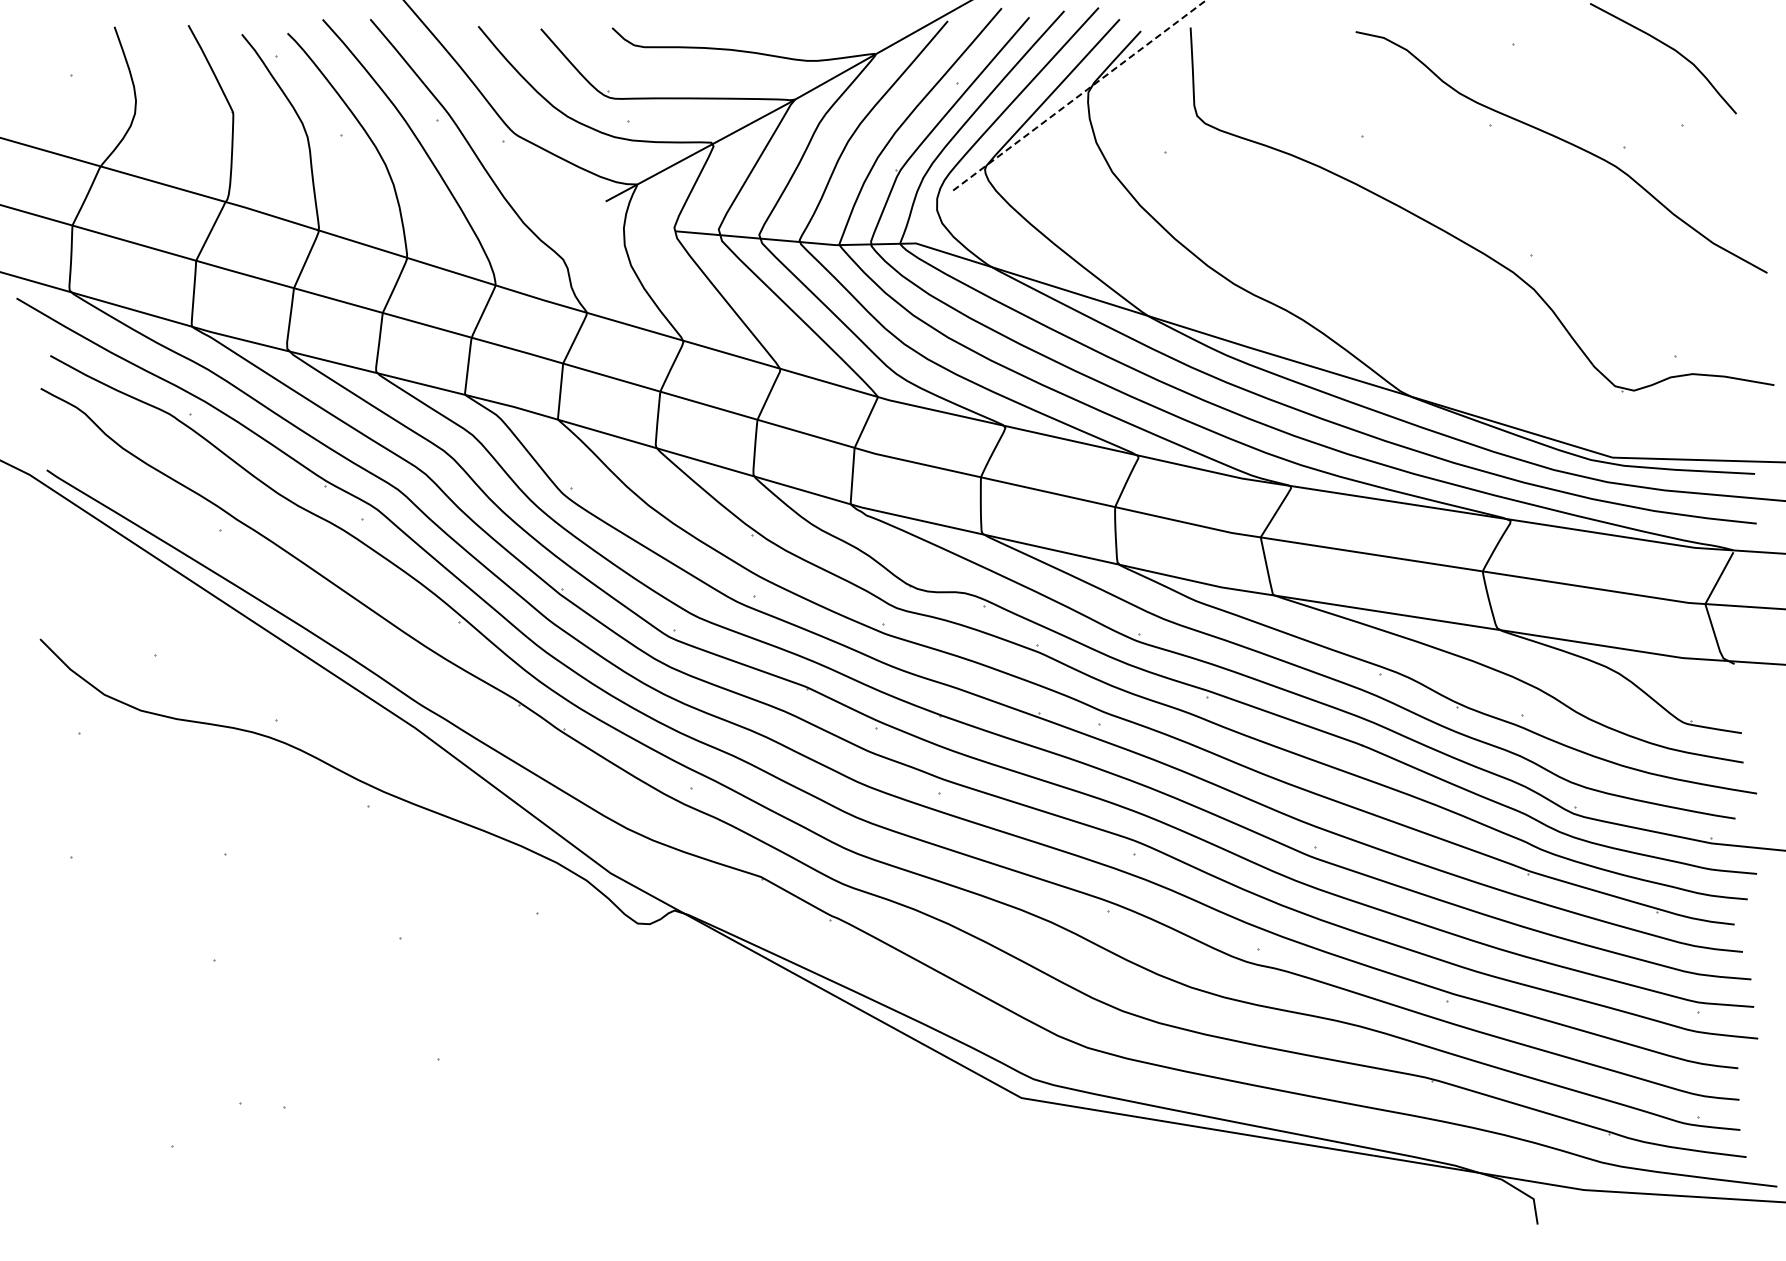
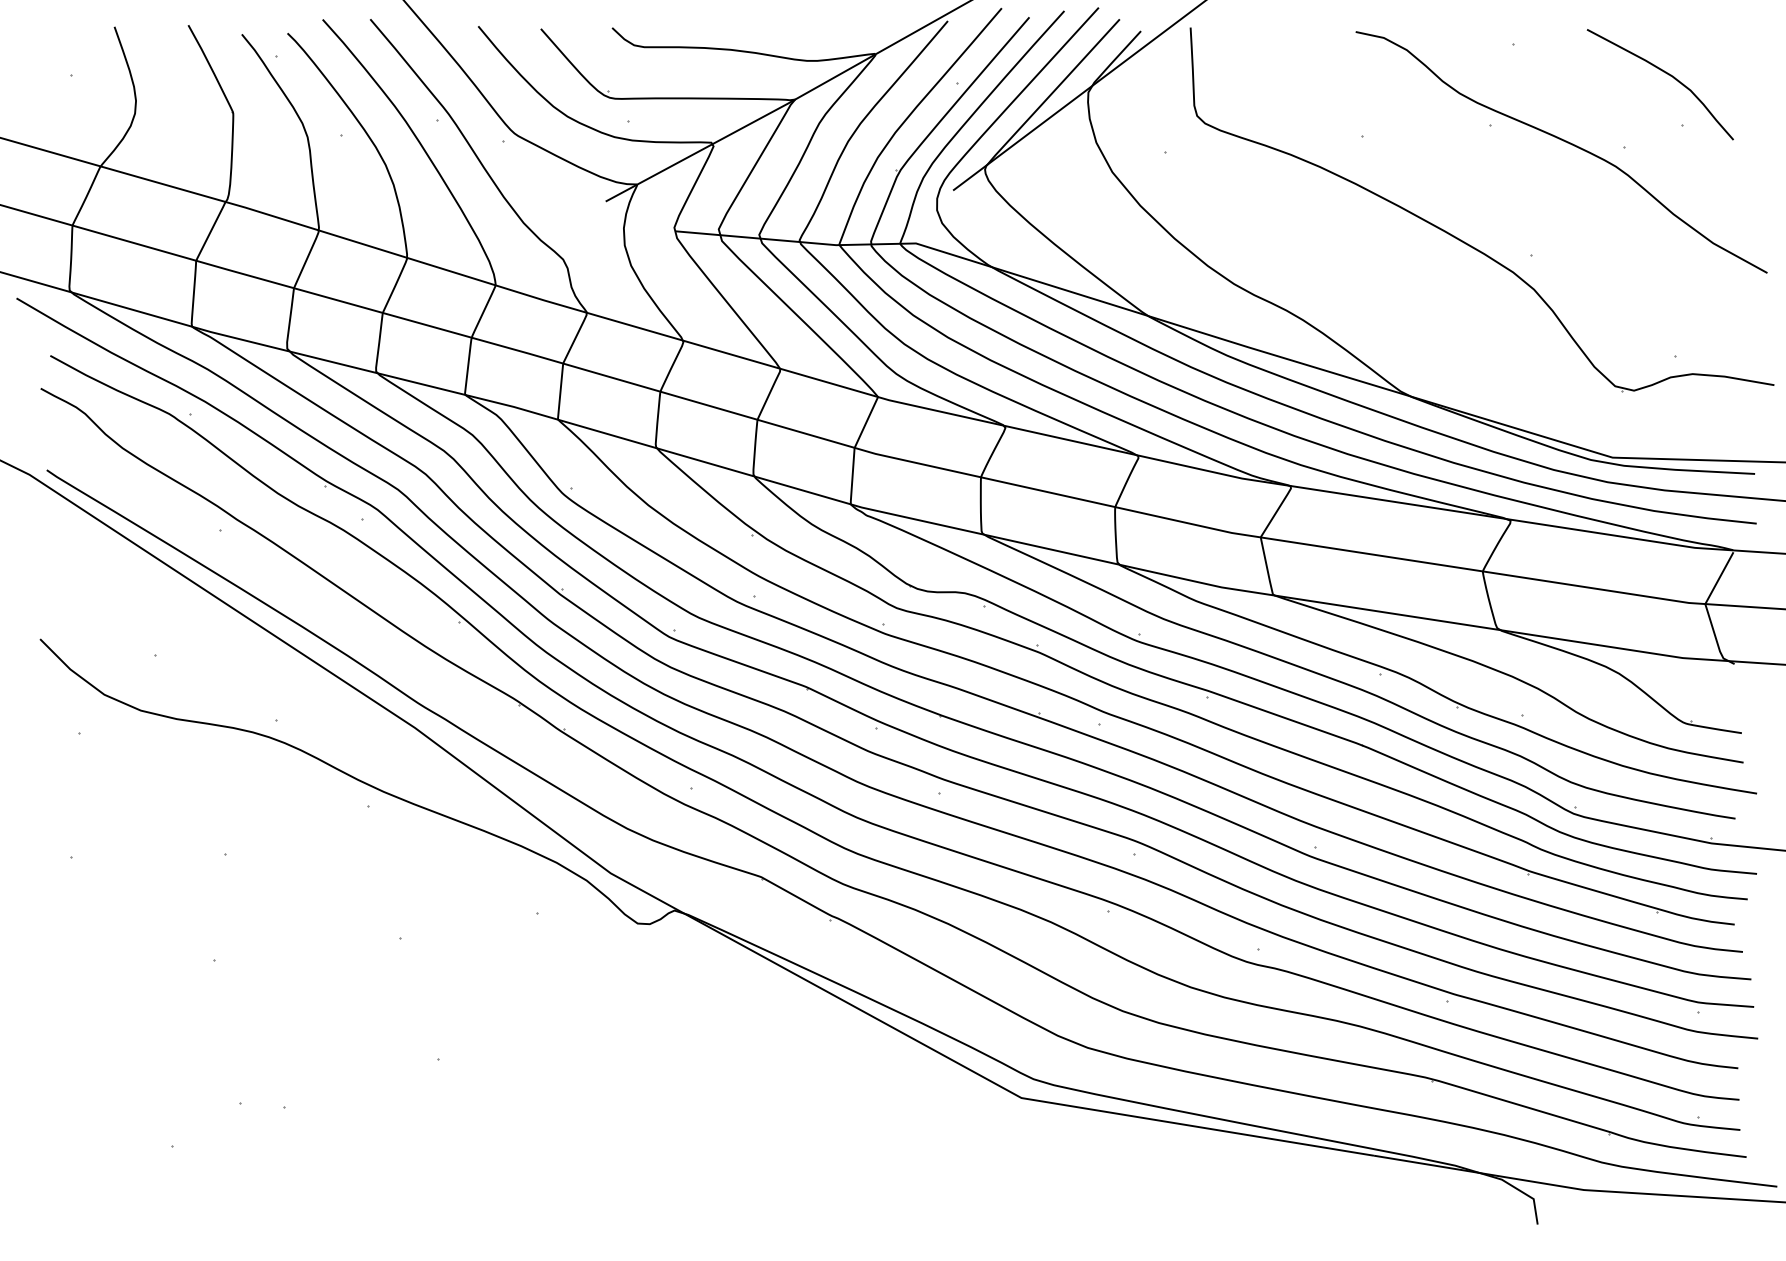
curve at (1668, 47) position: (1668, 47) -> (1665, 73)
line at (1080, 95): dashed -> solid
